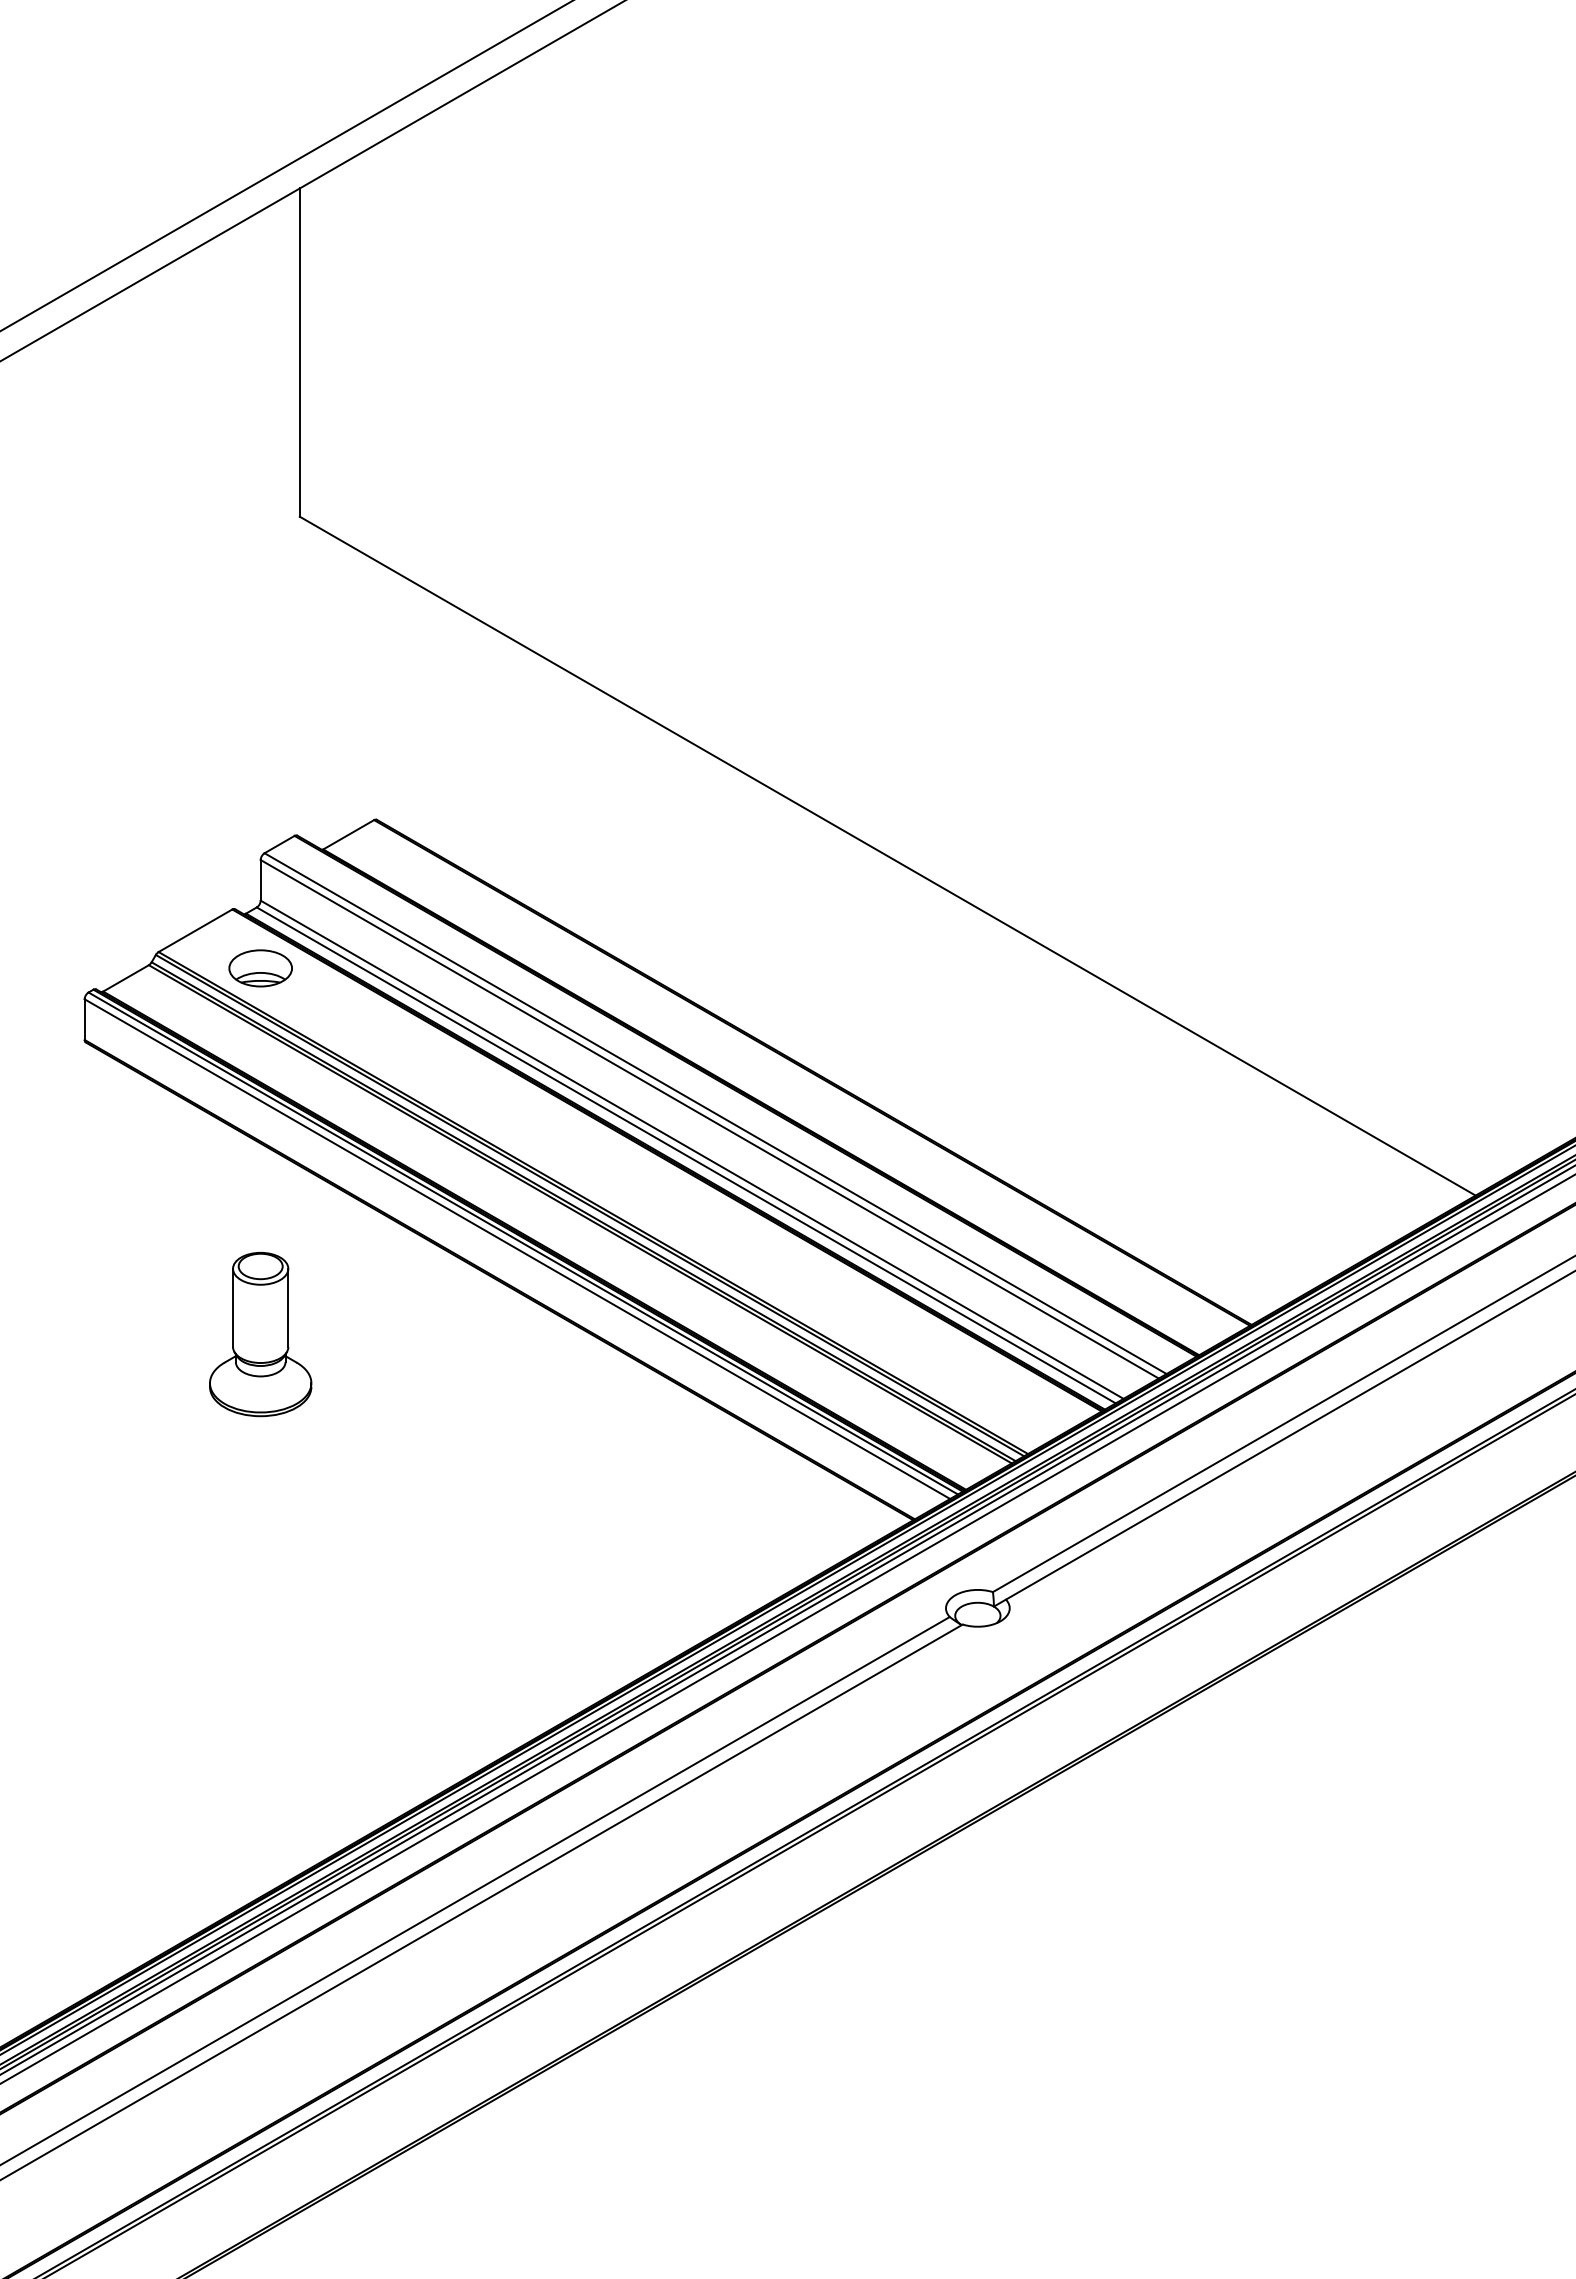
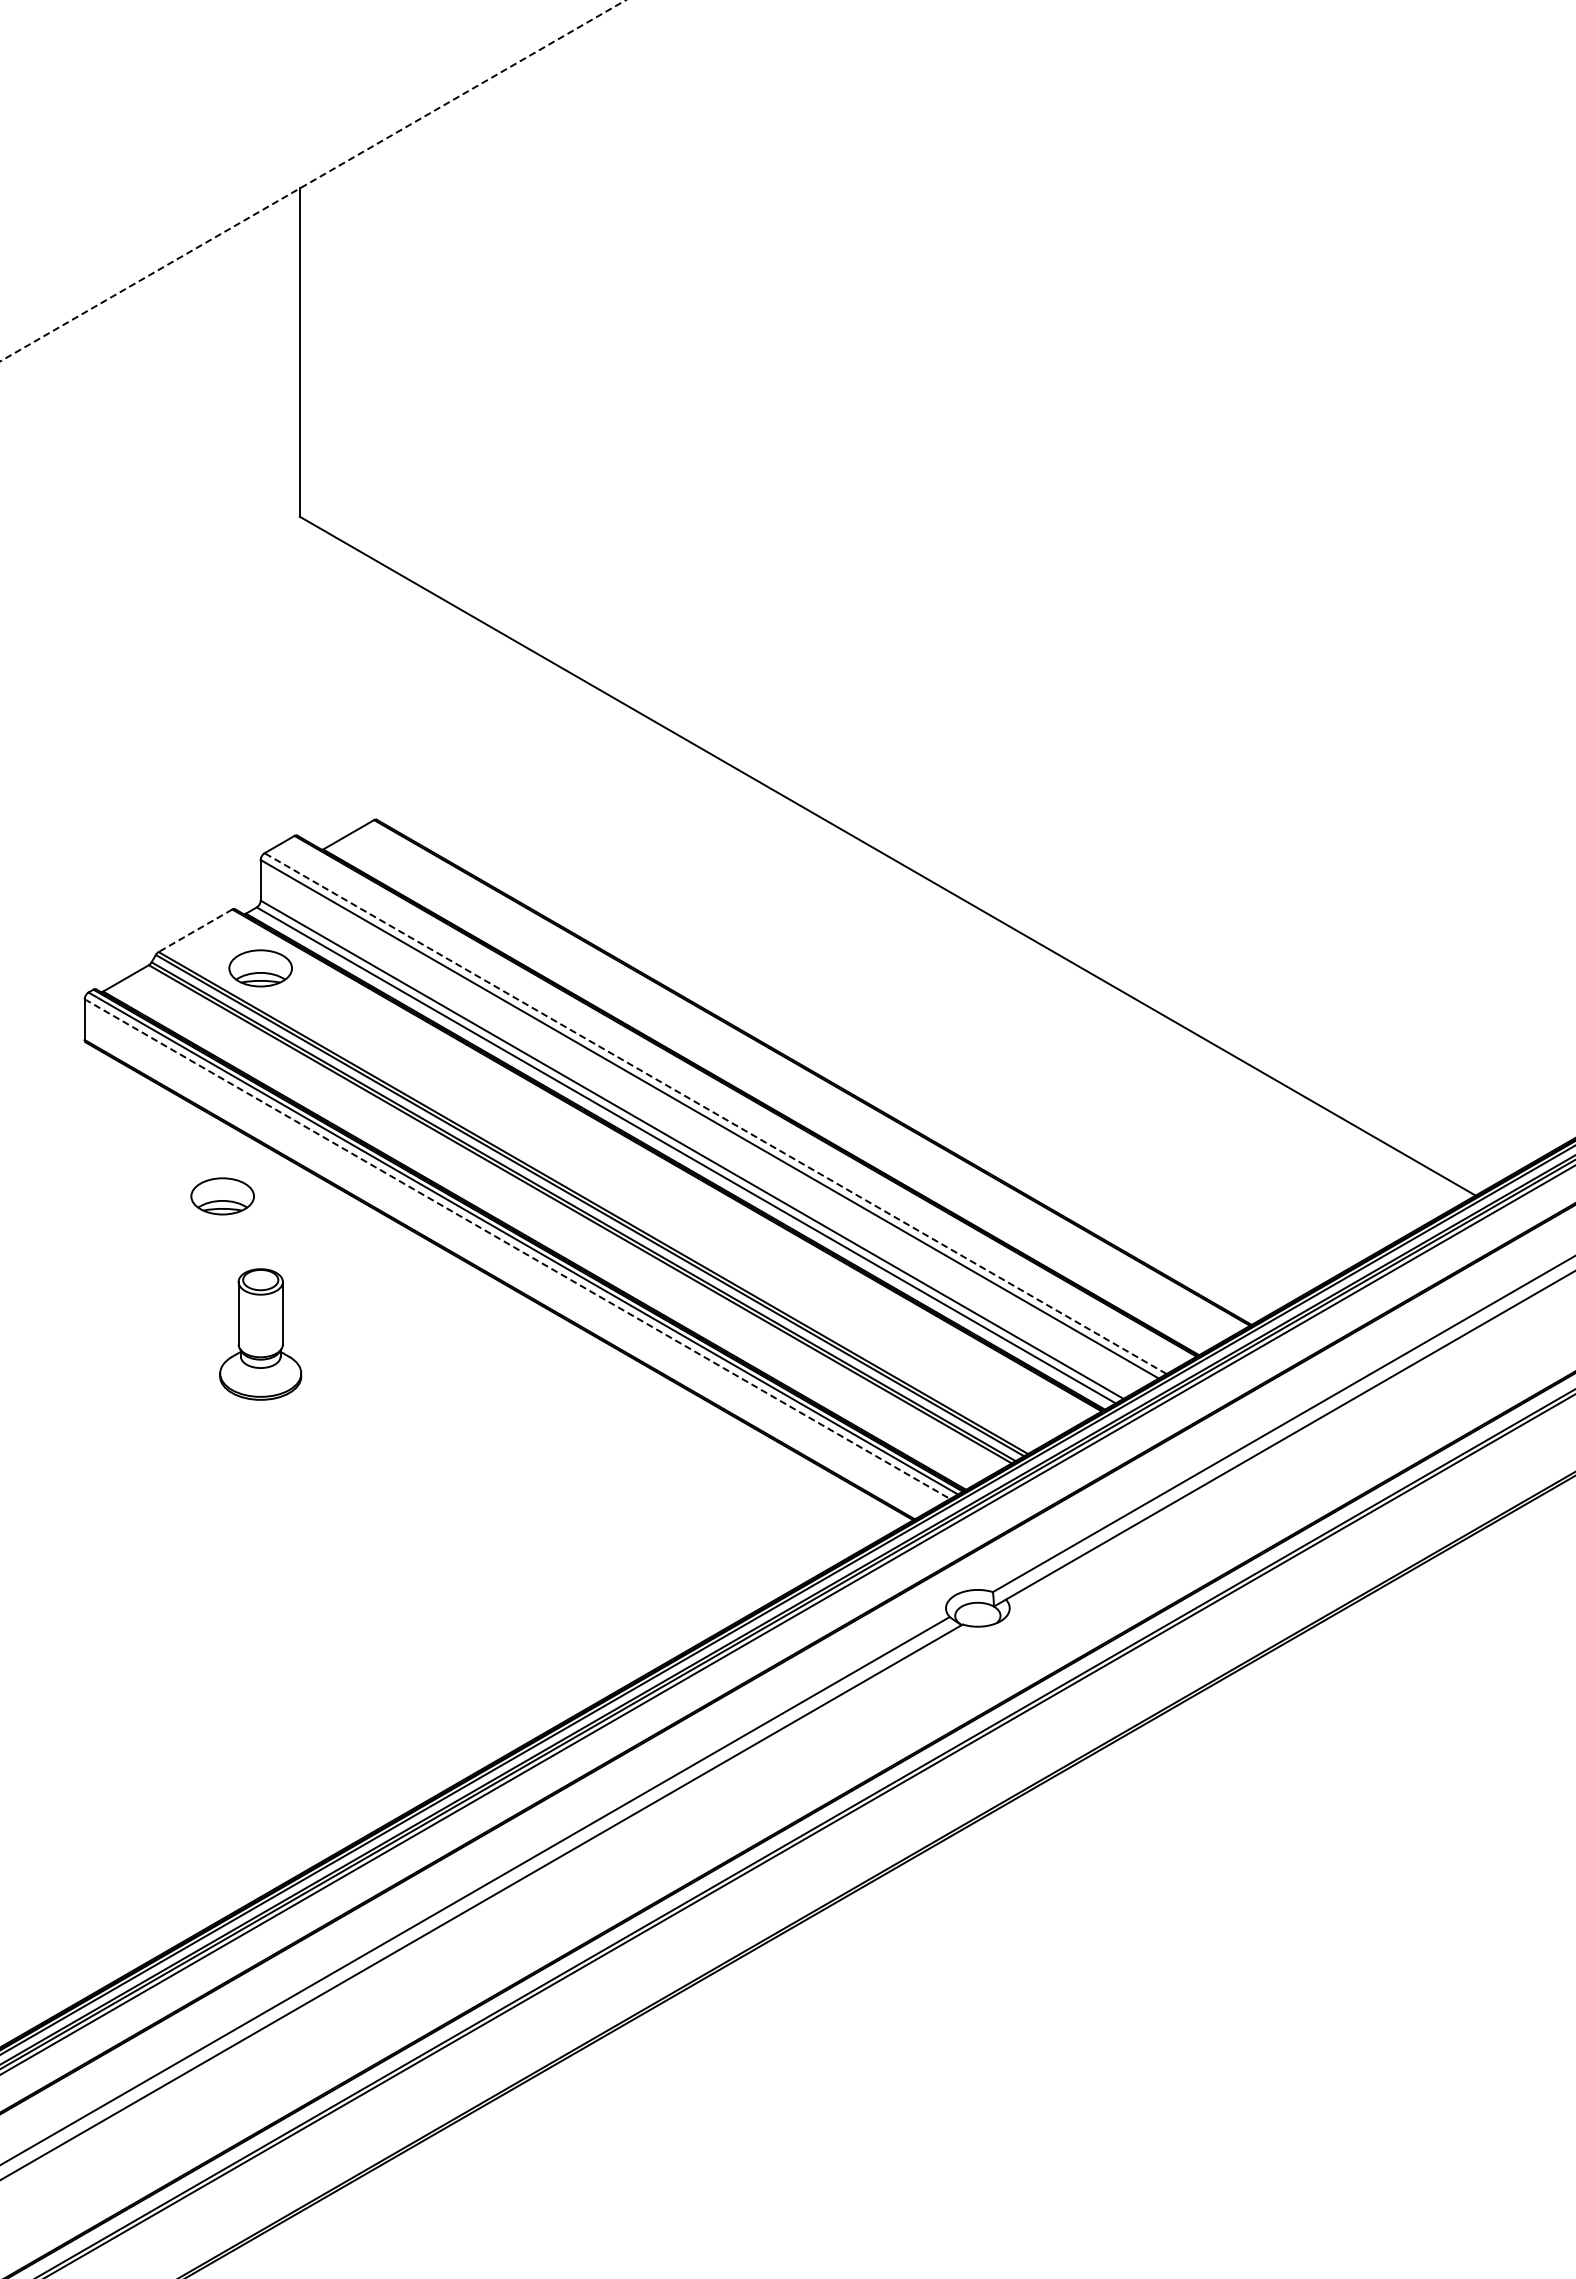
line at (286, 166): present -> none
line at (313, 180): solid -> dashed
line at (195, 930): solid -> dashed
line at (715, 1113): solid -> dashed
part at (222, 1196): none -> present
line at (517, 1249): solid -> dashed
part at (260, 1334) size: 104x167 px -> 84x133 px
line at (787, 1628): present -> none
